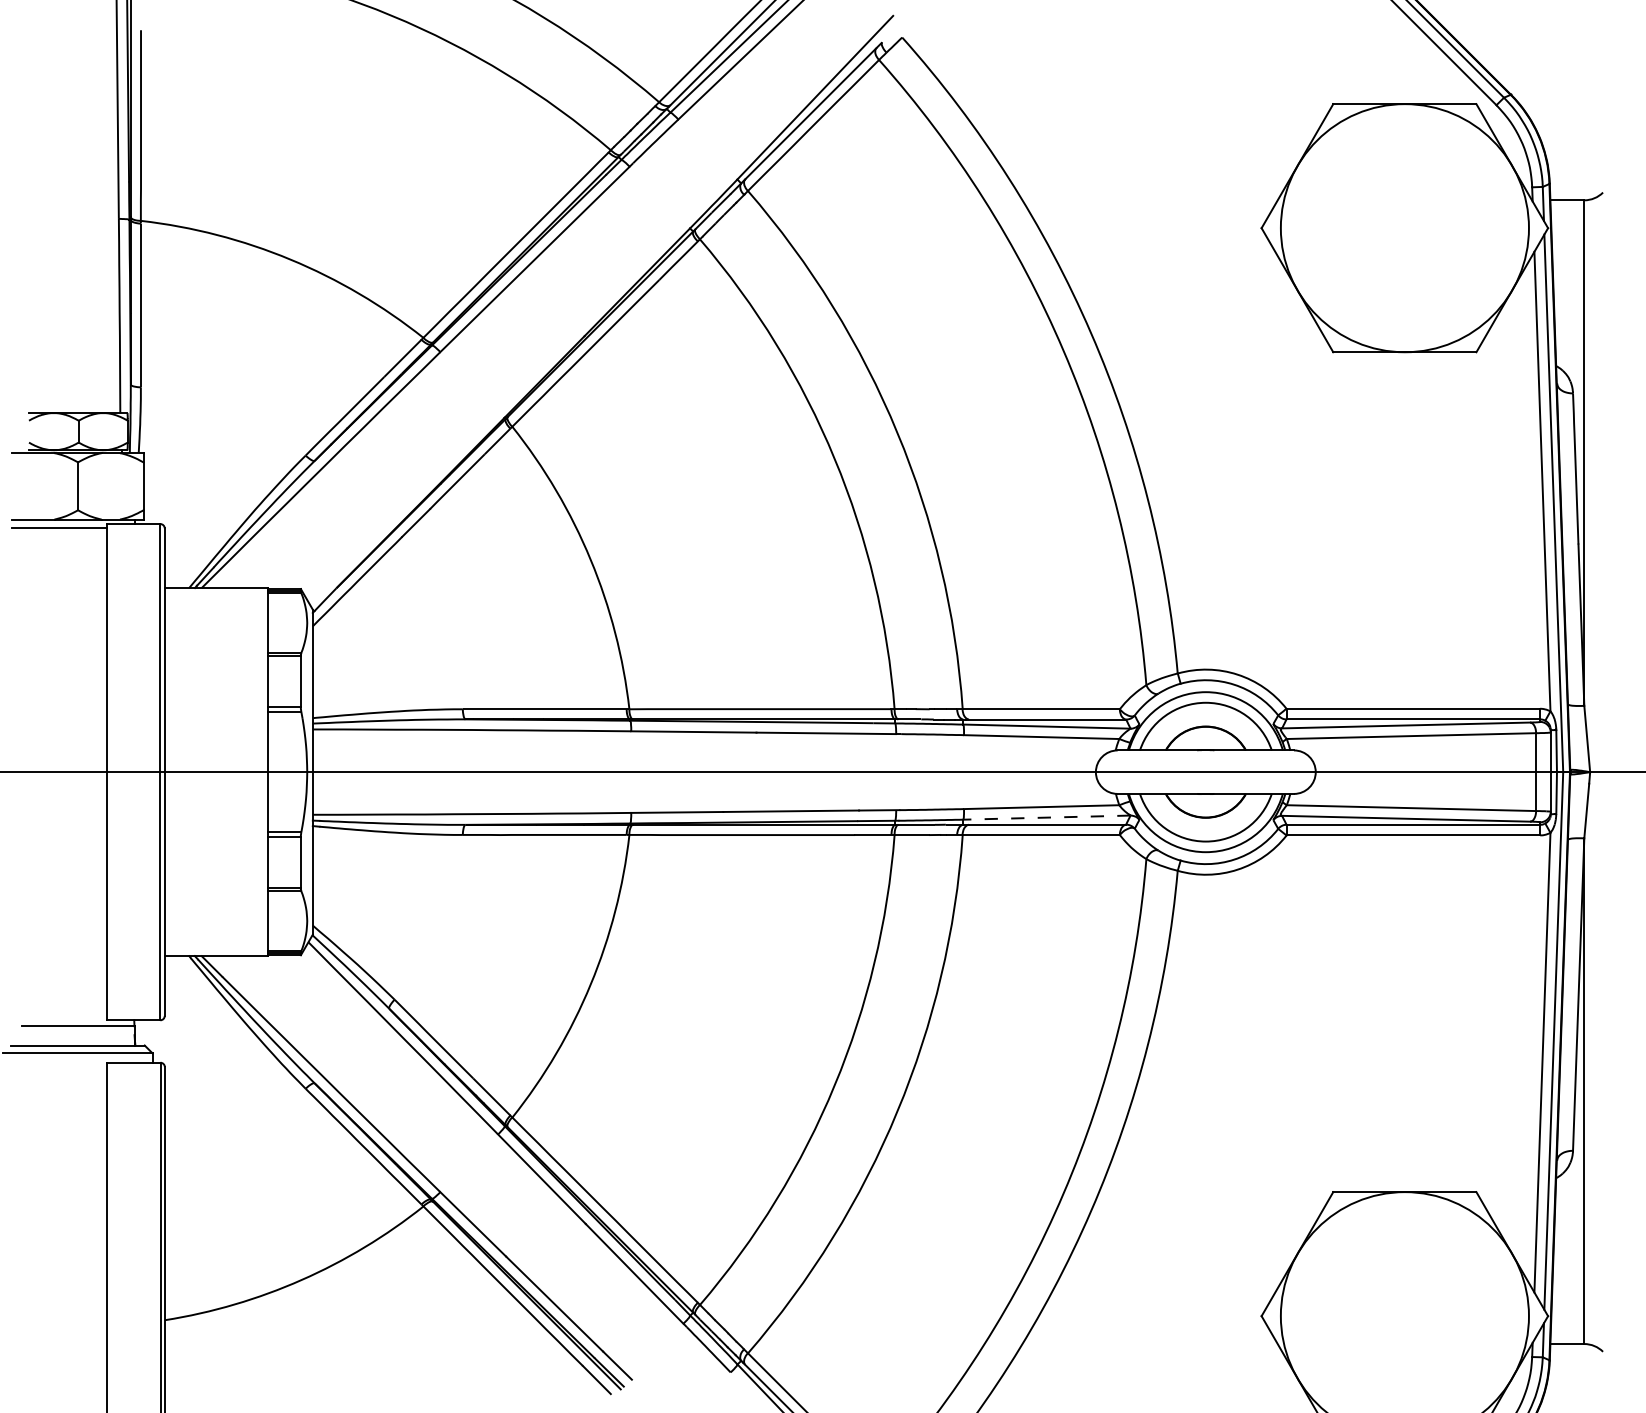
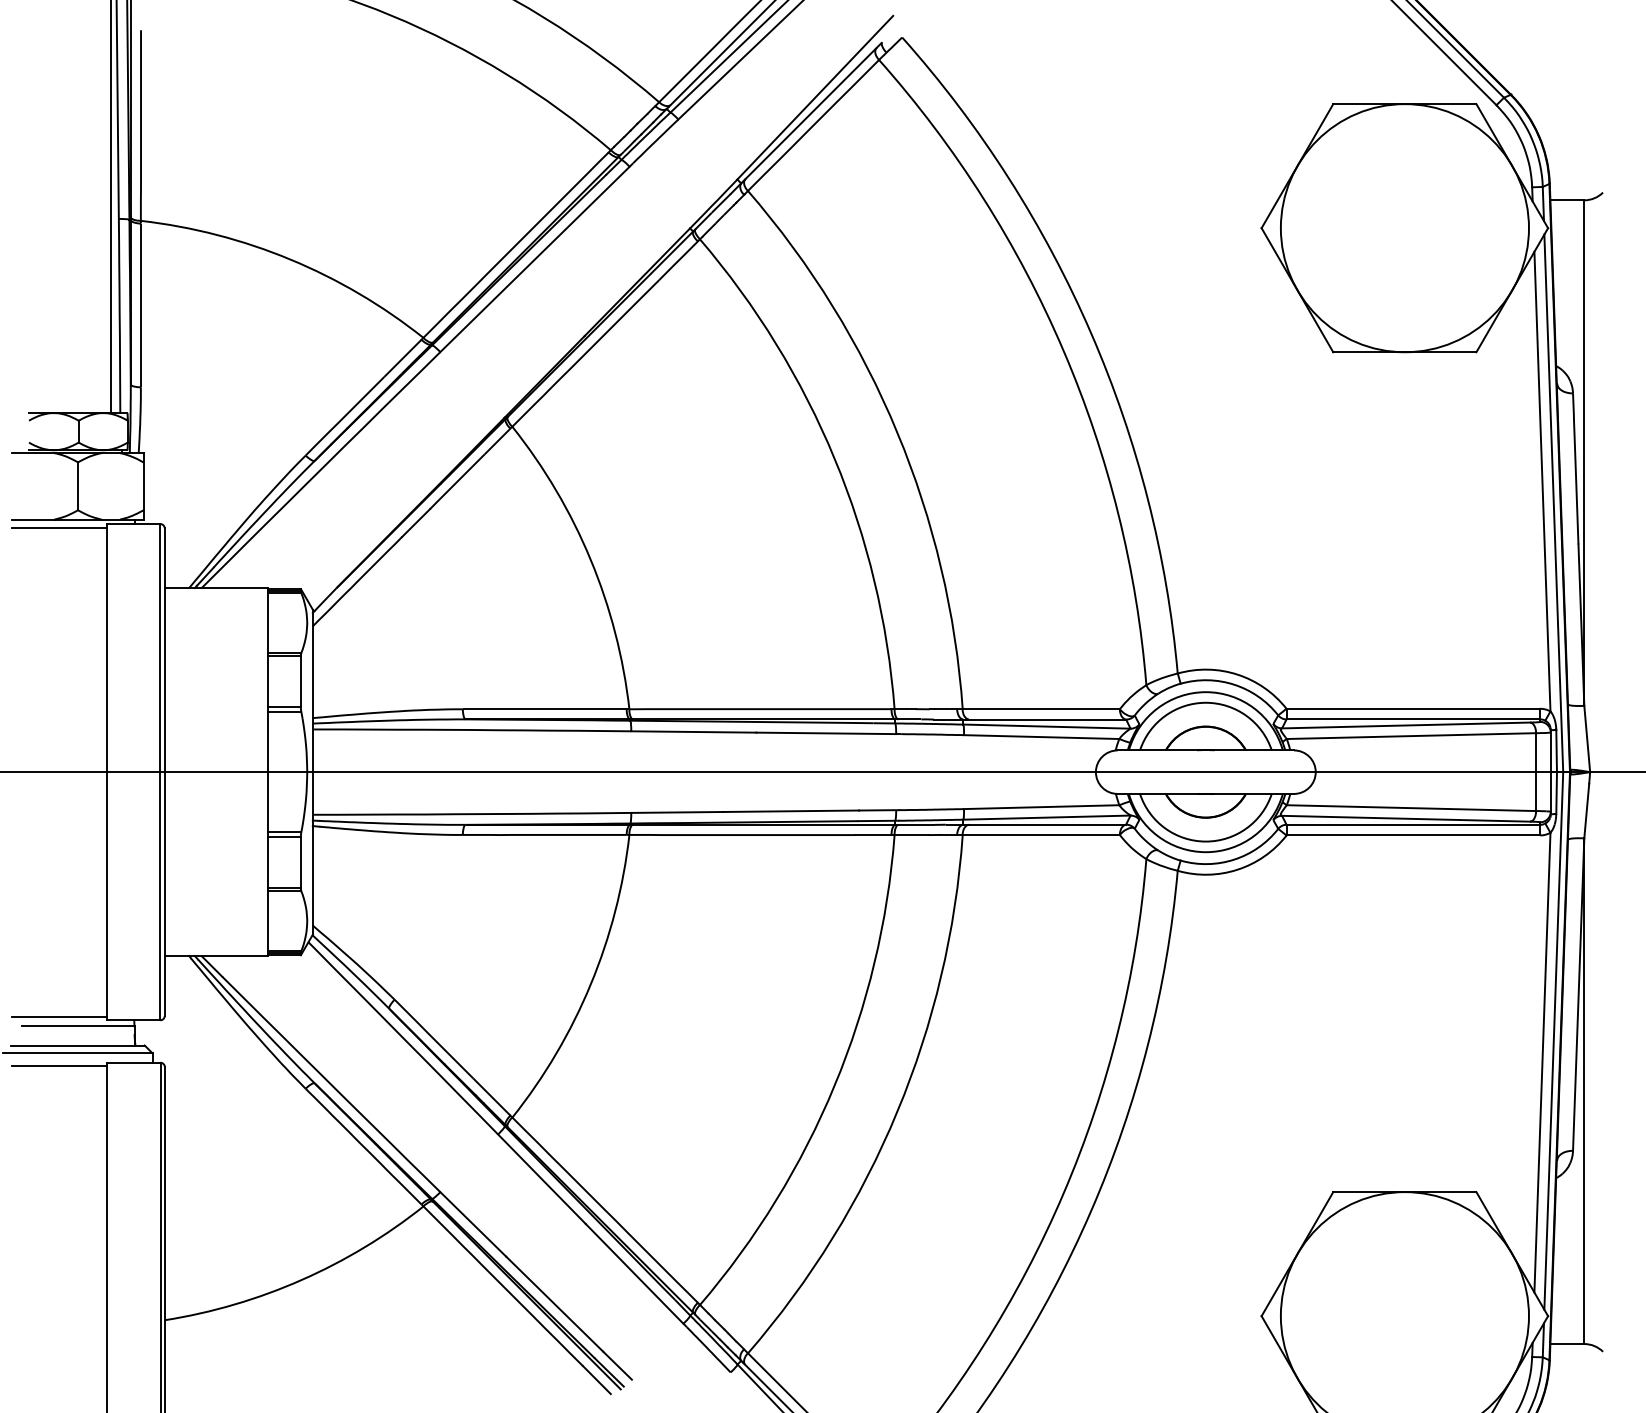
line at (111, 207): none -> present
line at (1046, 817): dashed -> solid
line at (58, 1016): none -> present
line at (58, 1066): none -> present
